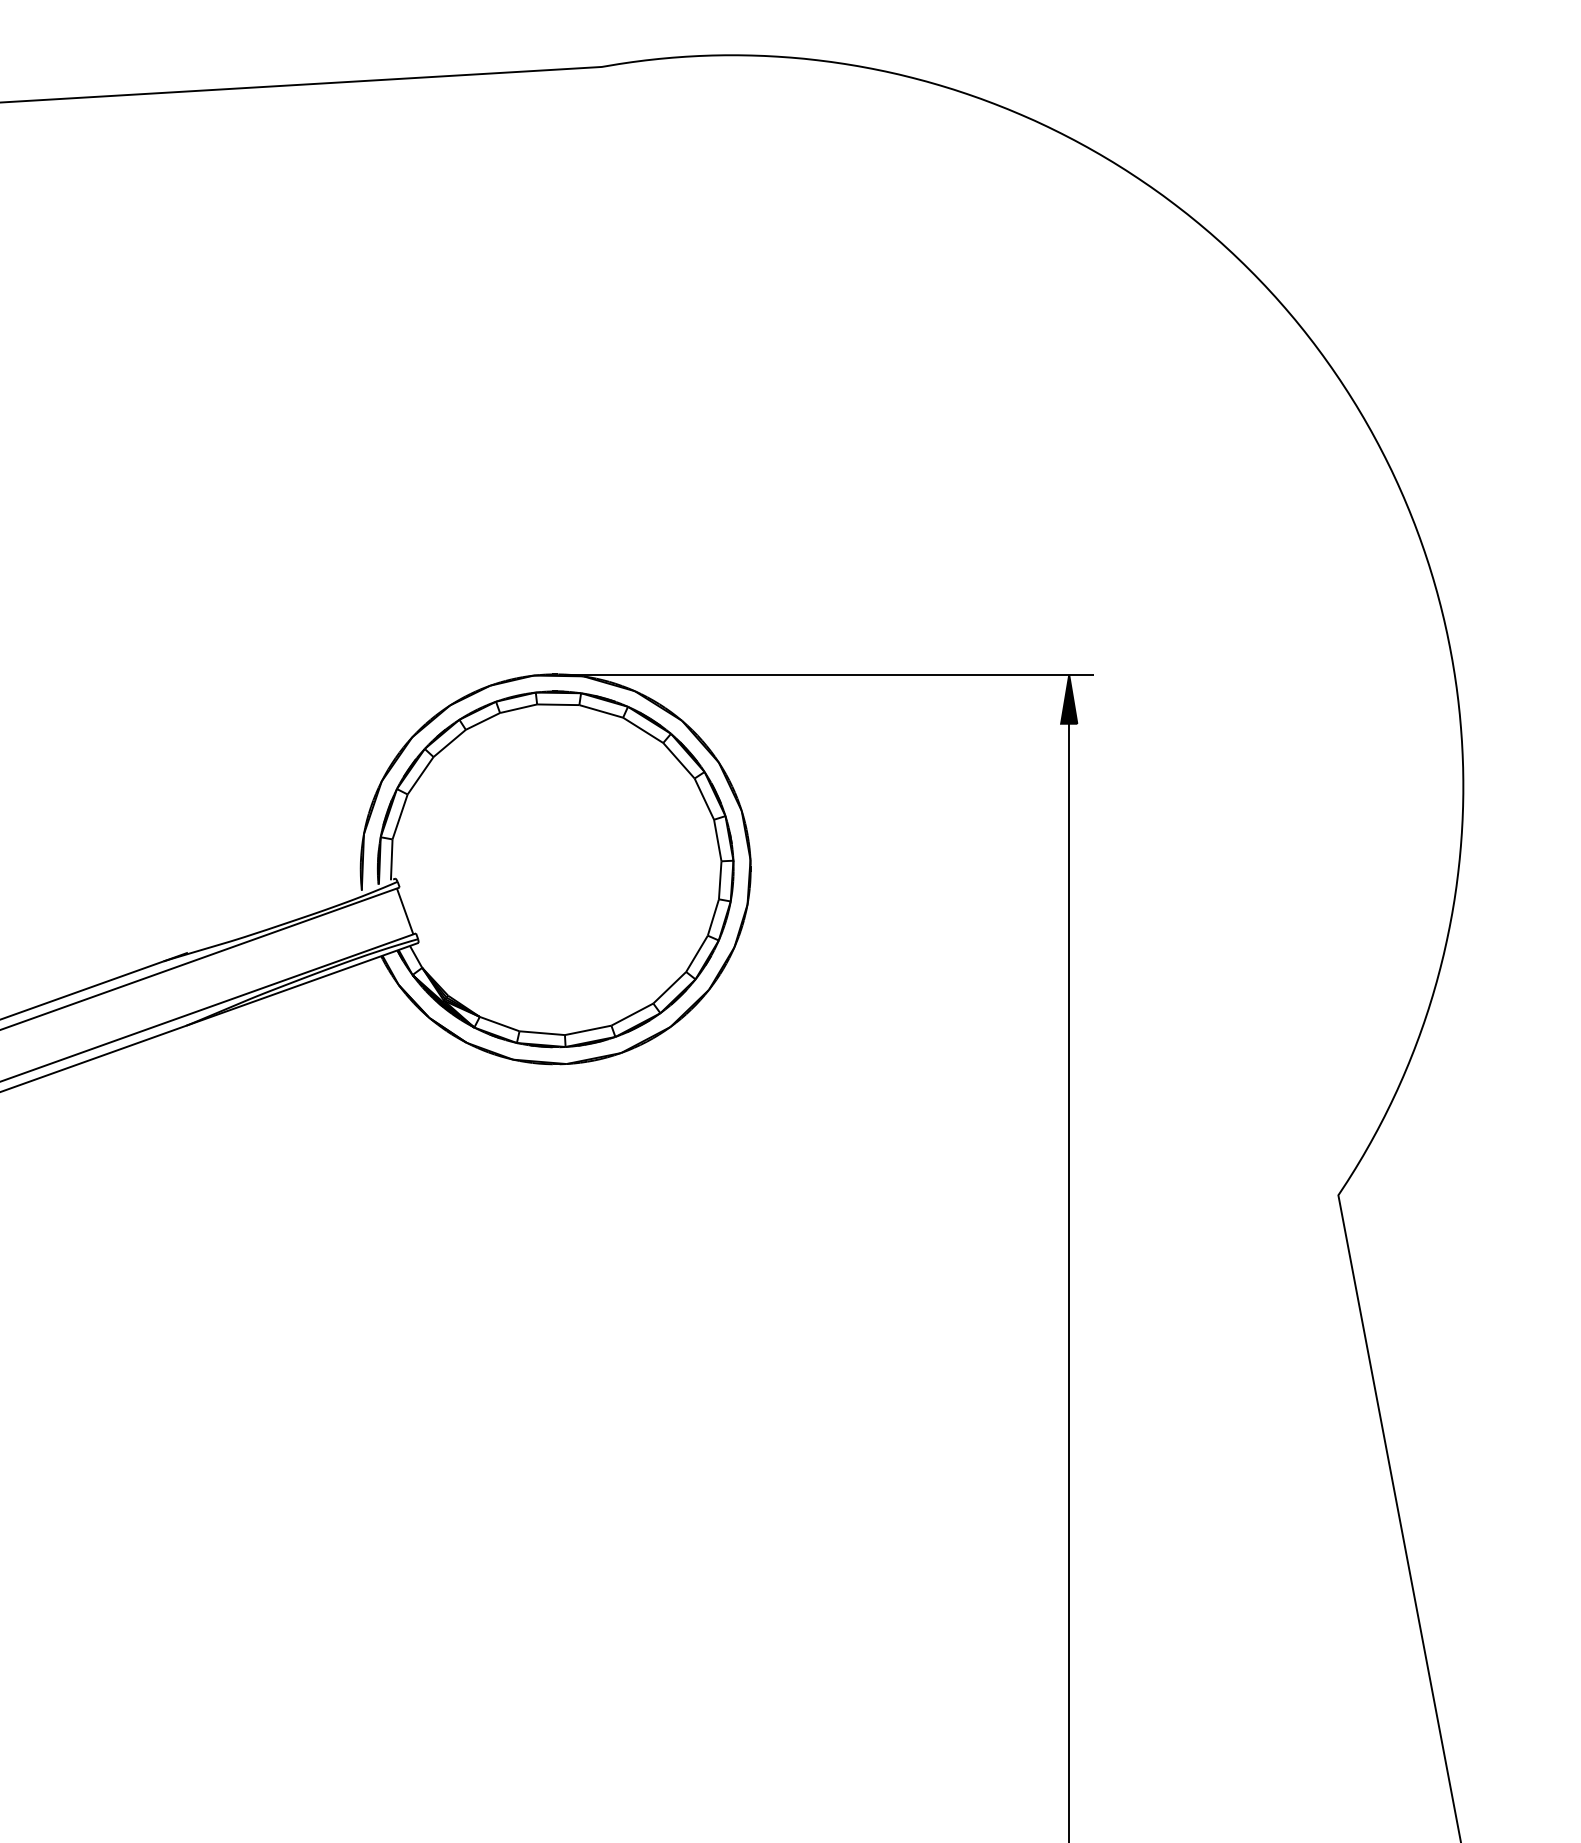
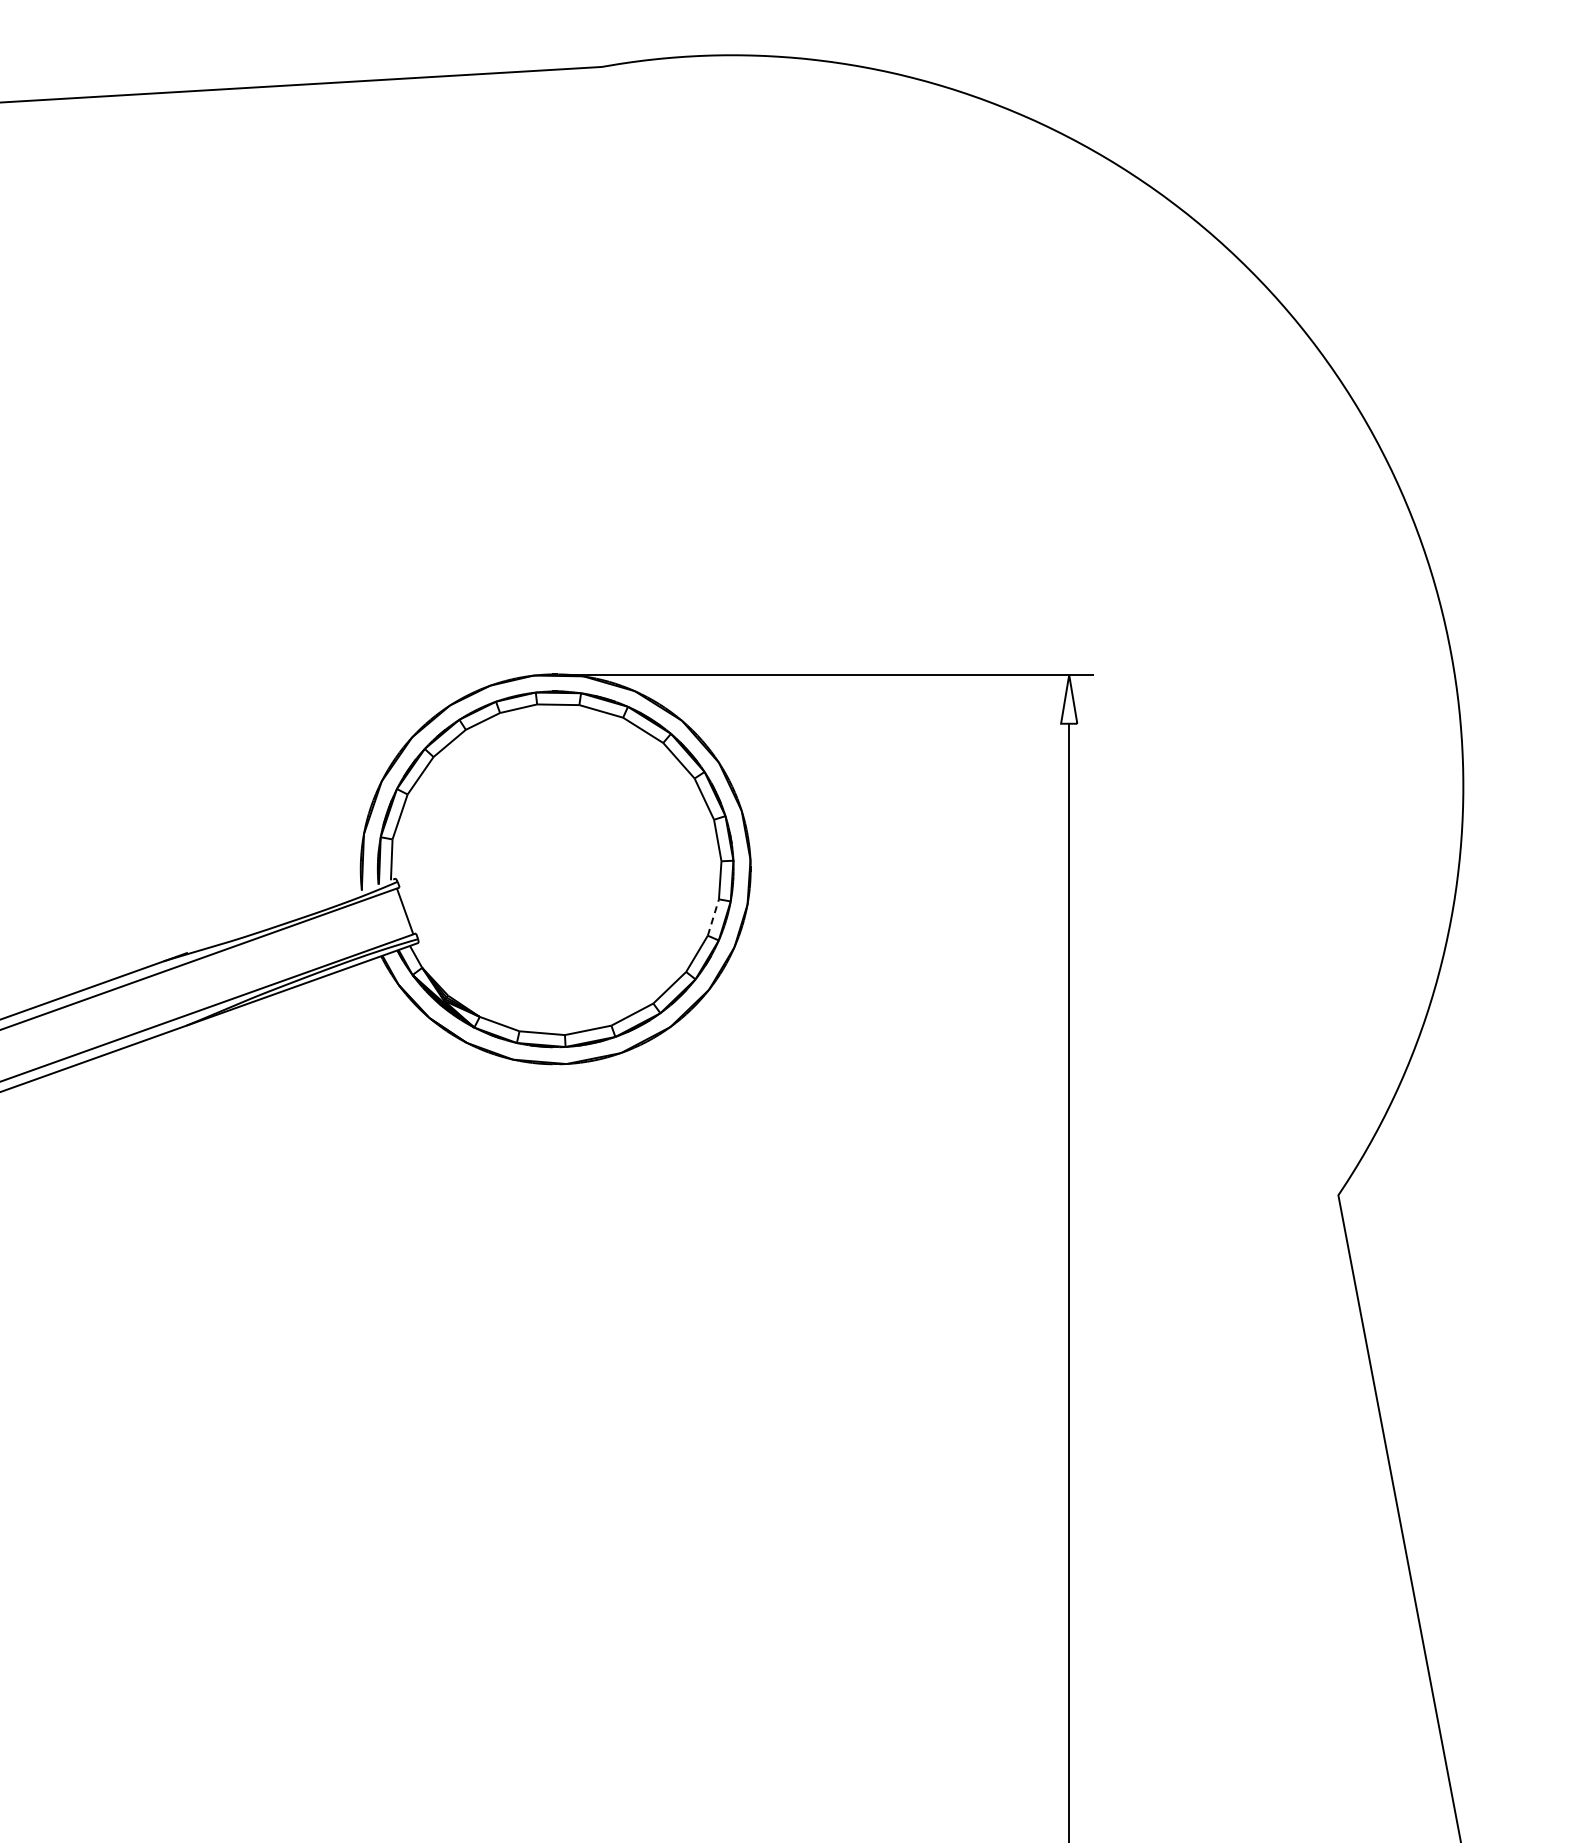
fill at (1069, 699): present -> none
line at (713, 917): solid -> dashed
